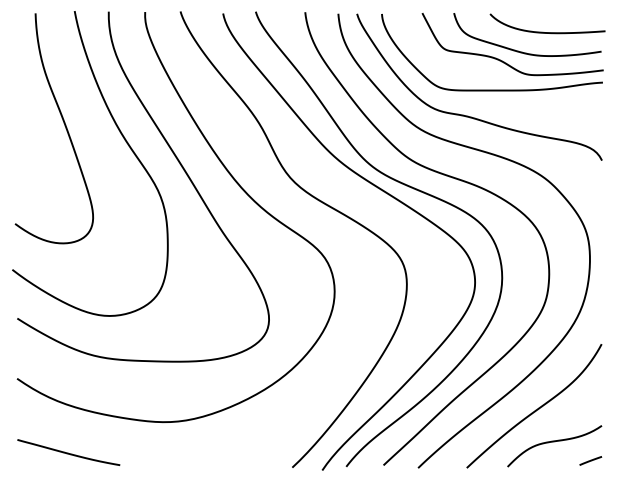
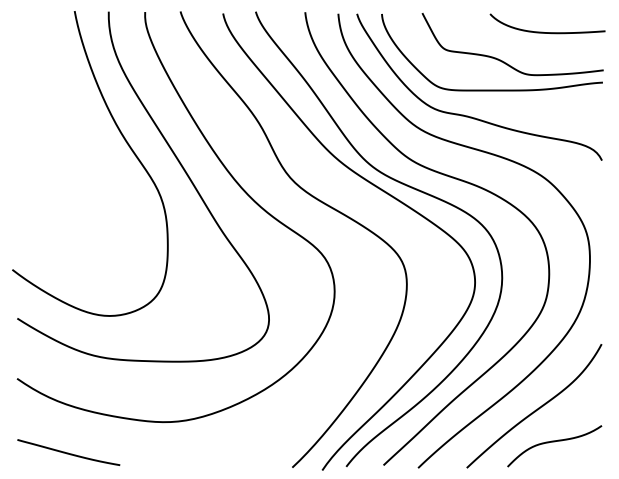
curve at (522, 51): present -> none
curve at (63, 123): present -> none
line at (590, 460): present -> none
